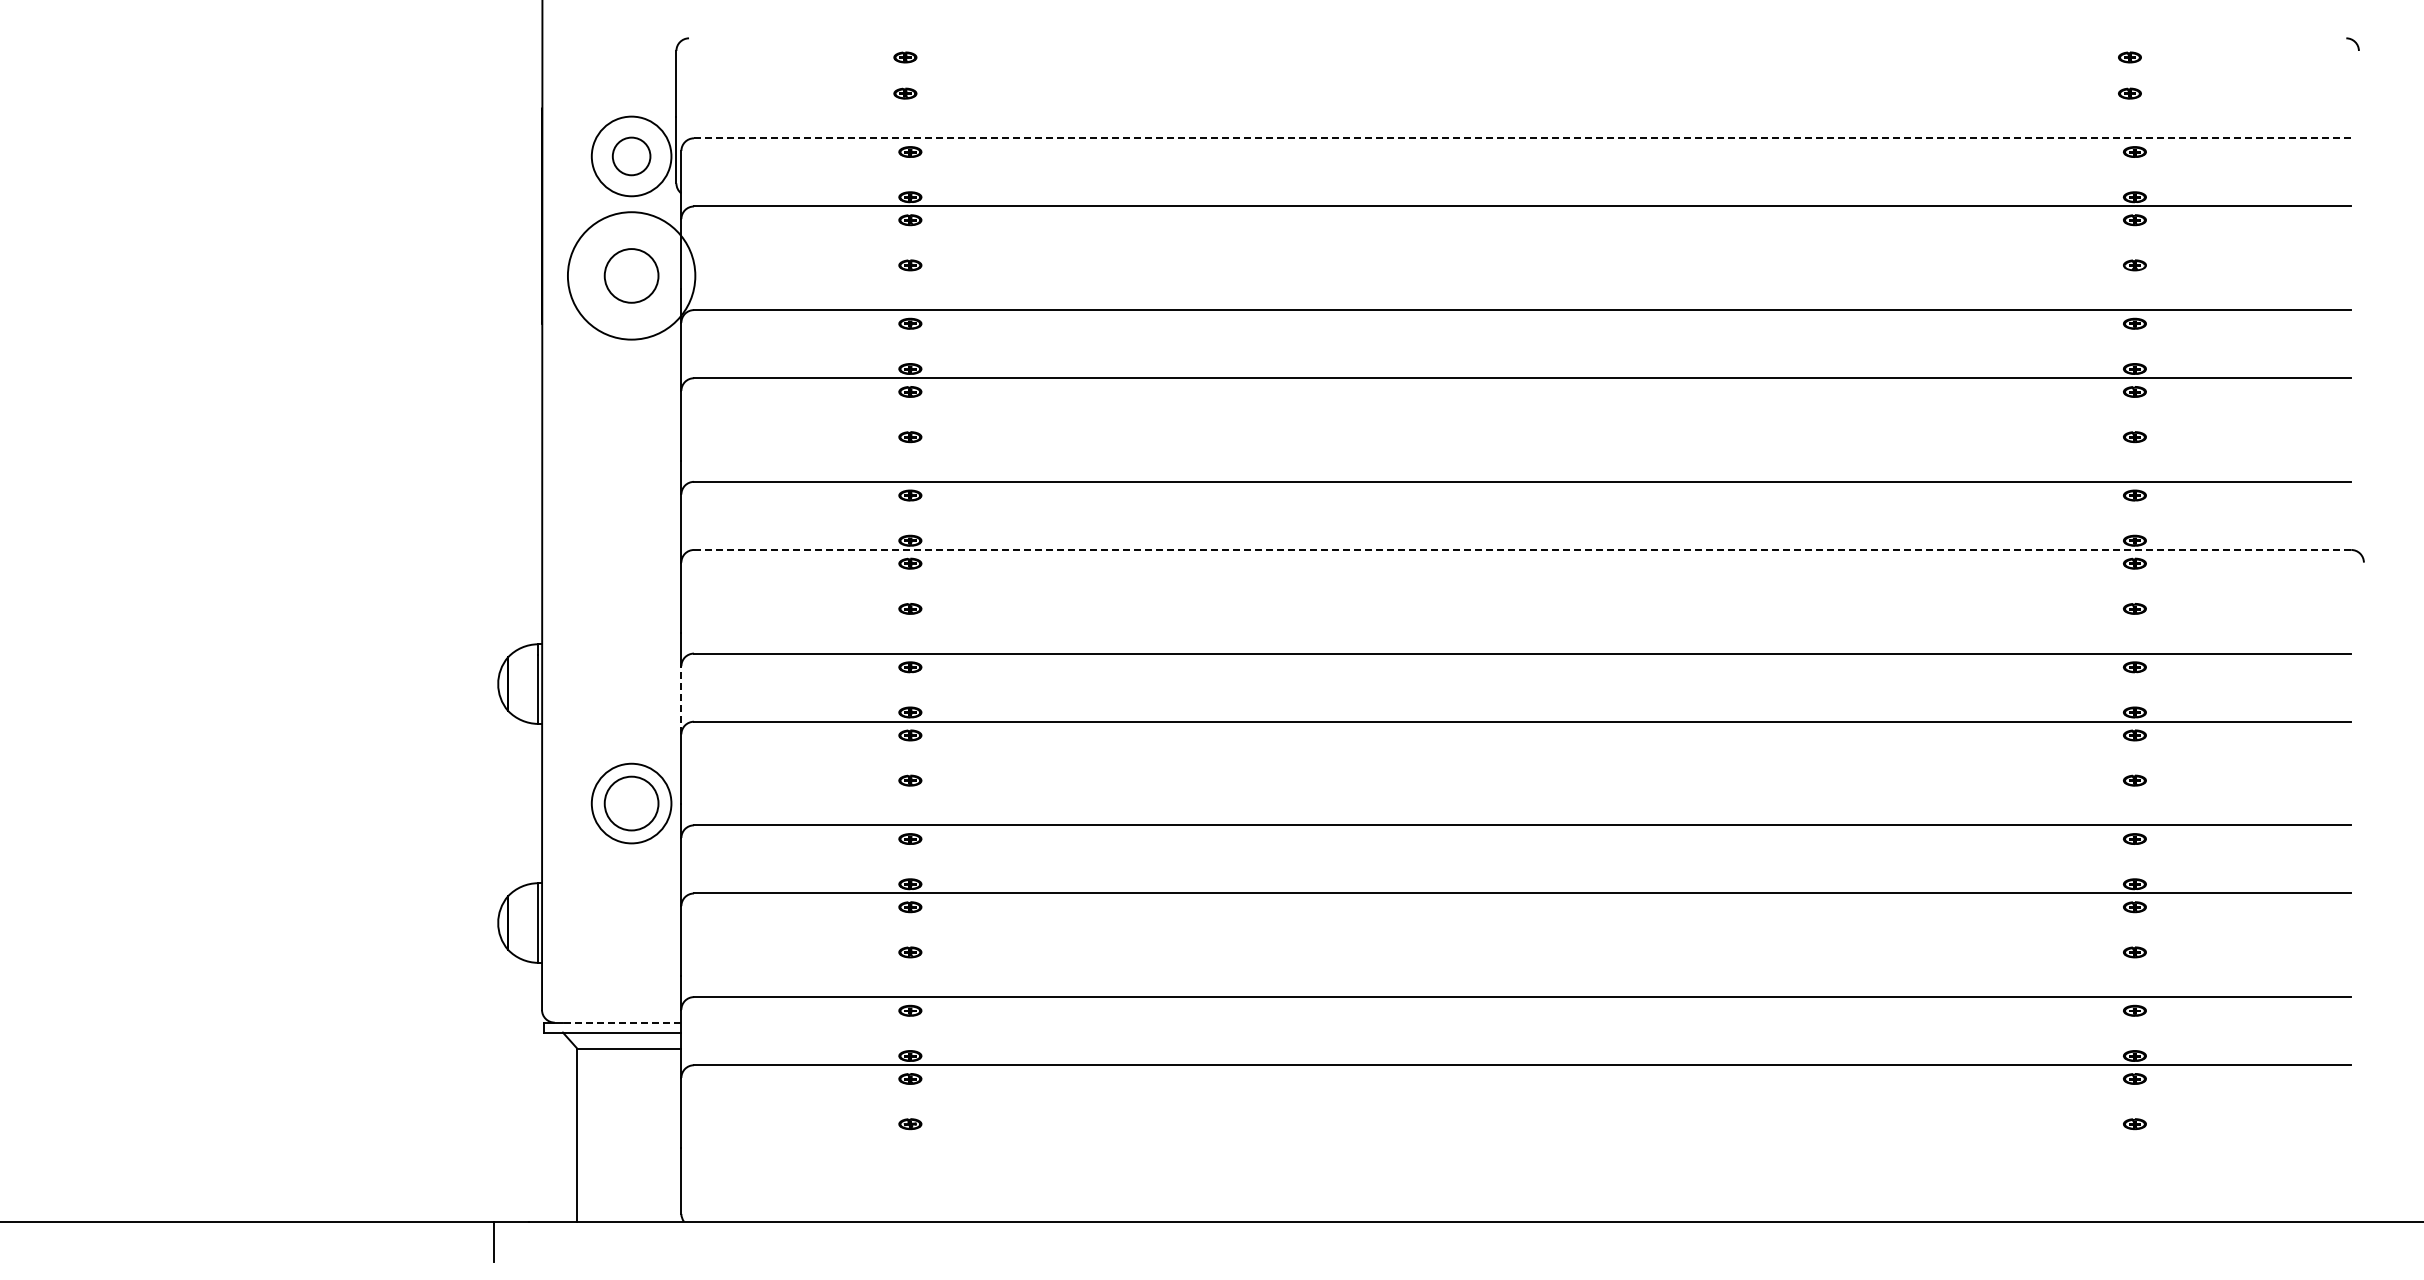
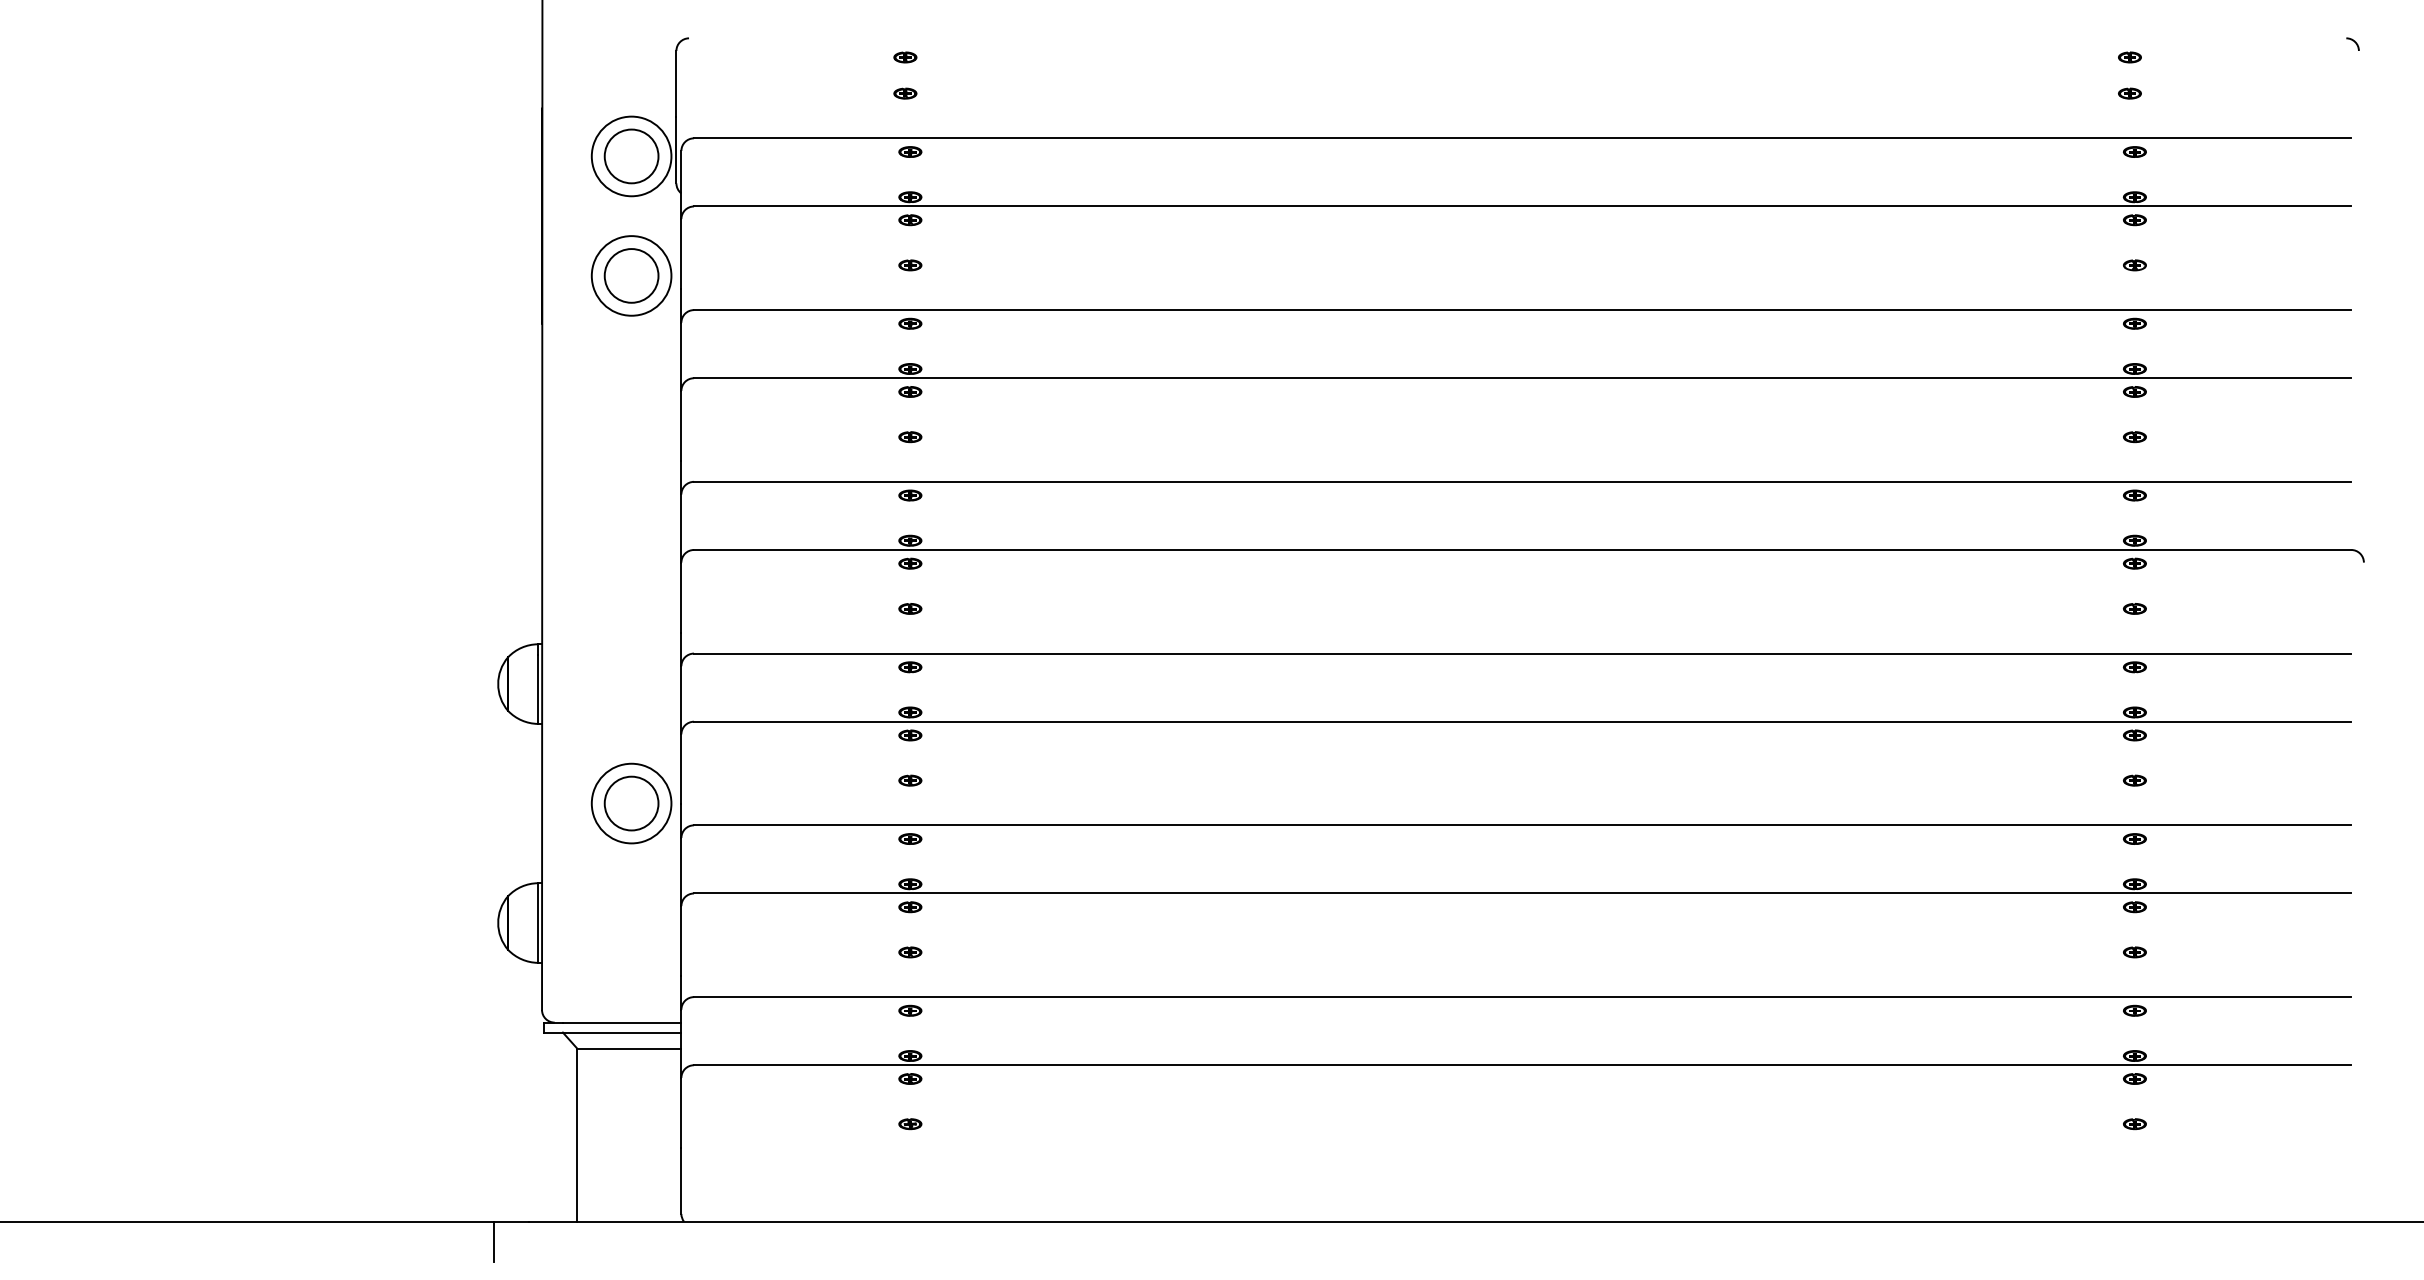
line at (1522, 138): dashed -> solid
circle at (631, 156) diameter: 38 px -> 54 px
circle at (631, 275) diameter: 127 px -> 80 px
line at (1522, 549): dashed -> solid
line at (681, 699): dashed -> solid
line at (621, 1022): dashed -> solid
